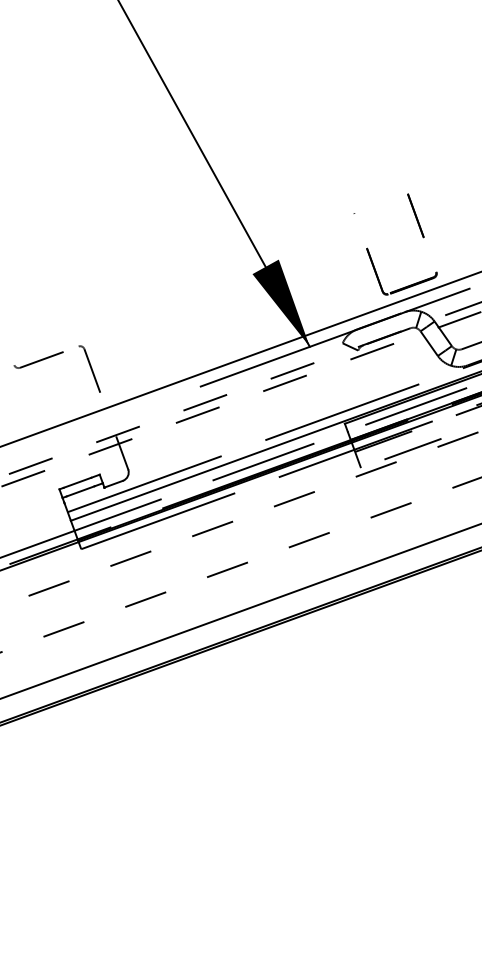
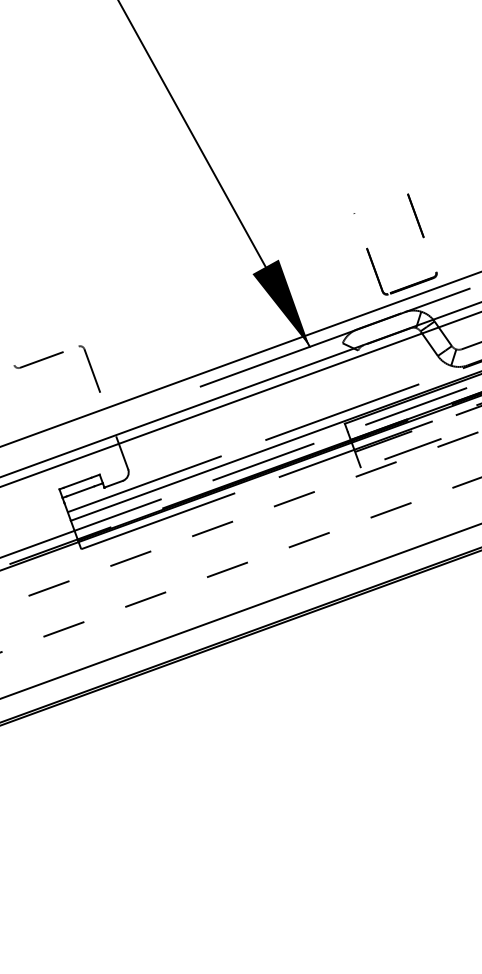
line at (241, 389): dashed -> solid
line at (241, 399): dashed -> solid
